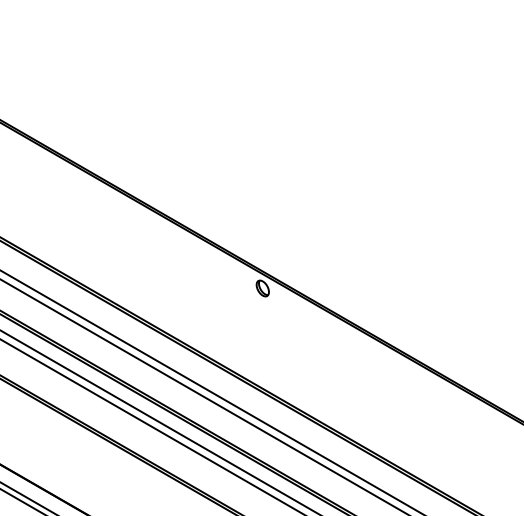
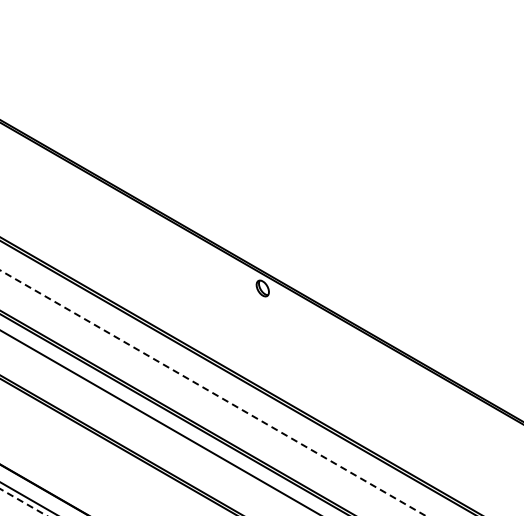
line at (212, 392): solid -> dashed
line at (203, 396): present -> none
line at (151, 426): present -> none
line at (23, 502): solid -> dashed
